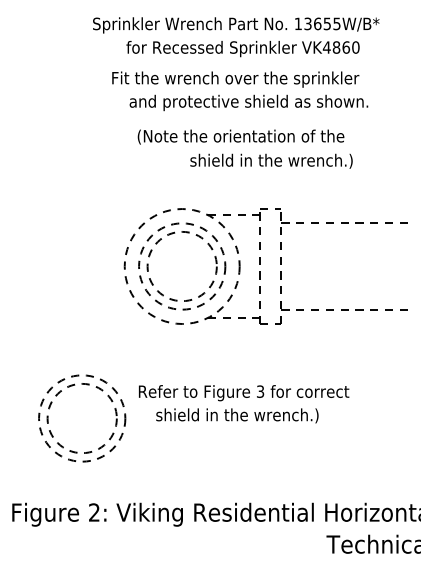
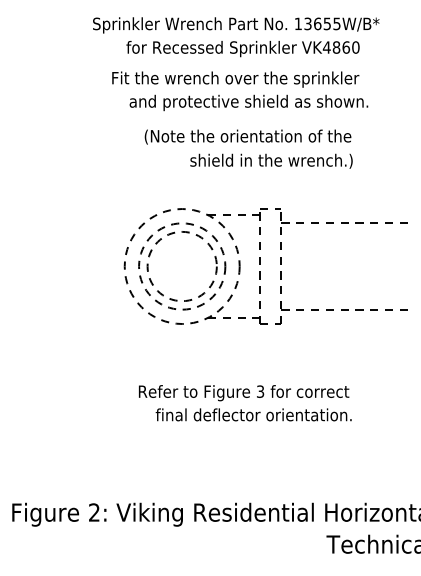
text at (240, 136) position: (240, 136) -> (247, 136)
text at (253, 415): shield in the wrench.) -> final deflector orientation.
part at (115, 419): present -> none
